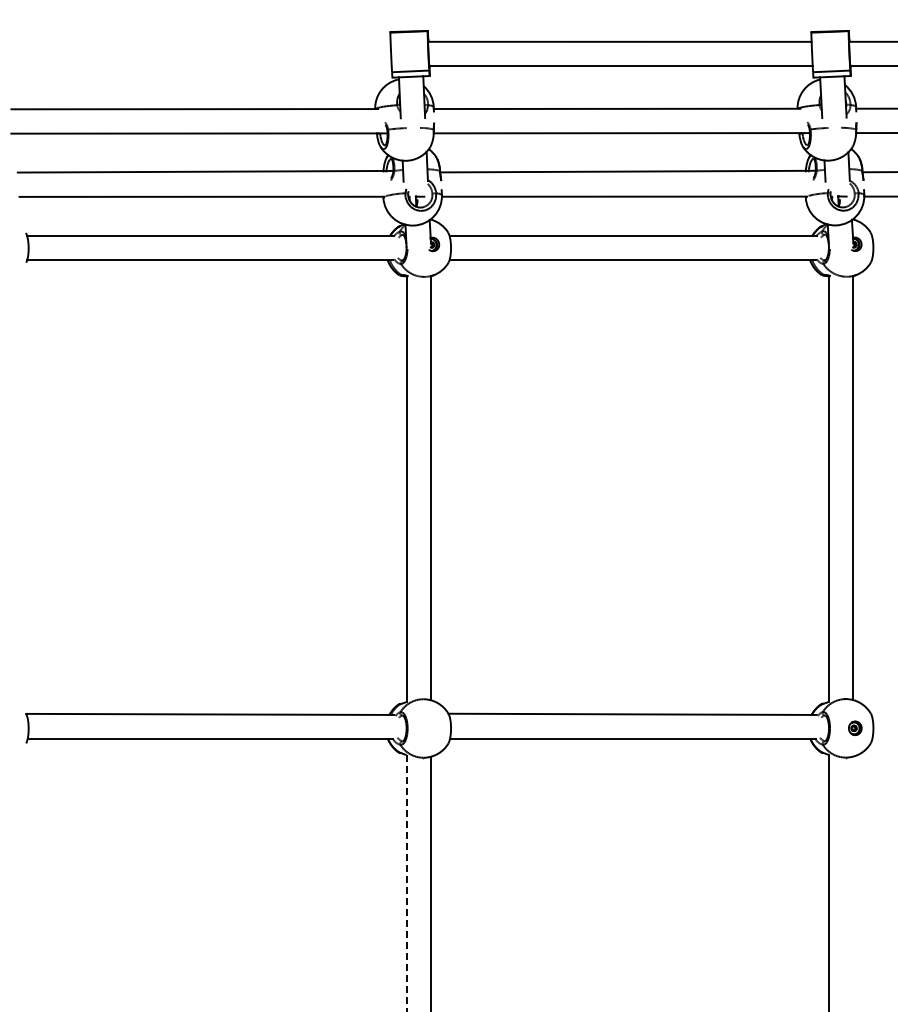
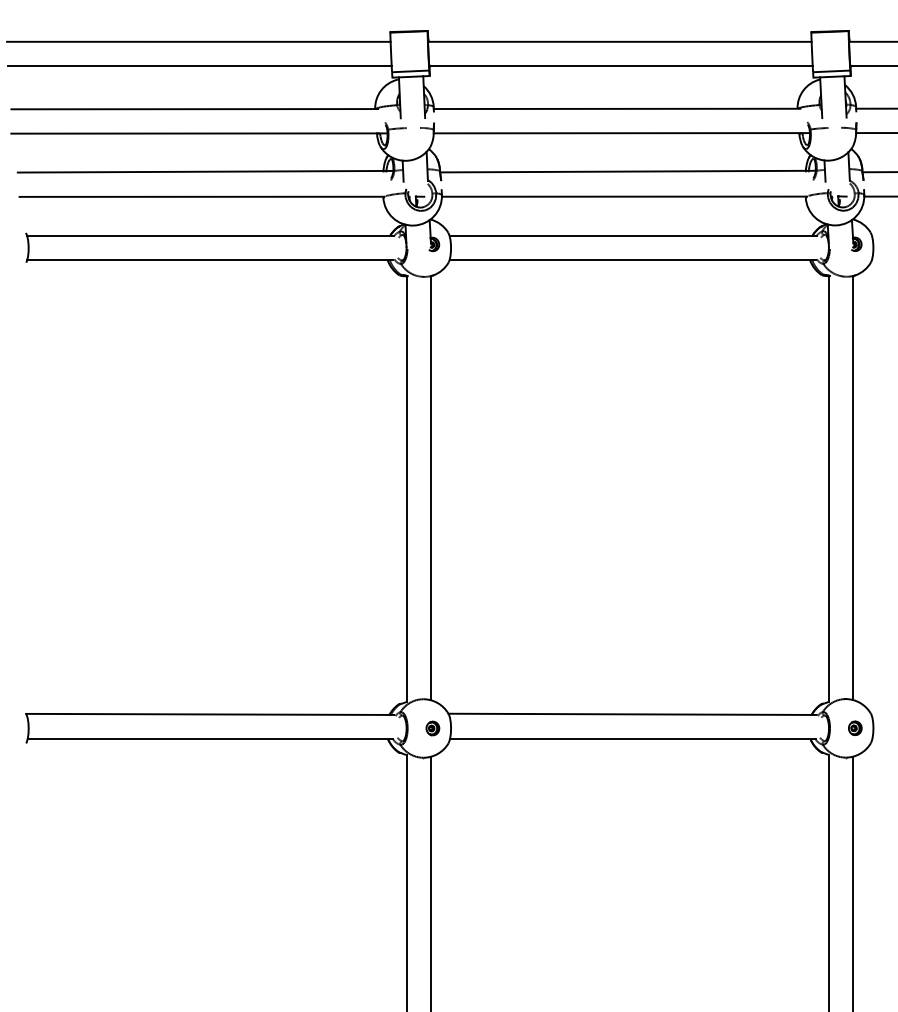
line at (198, 41): none -> present
line at (199, 66): none -> present
part at (432, 728): none -> present
line at (853, 882): none -> present
line at (406, 883): dashed -> solid
